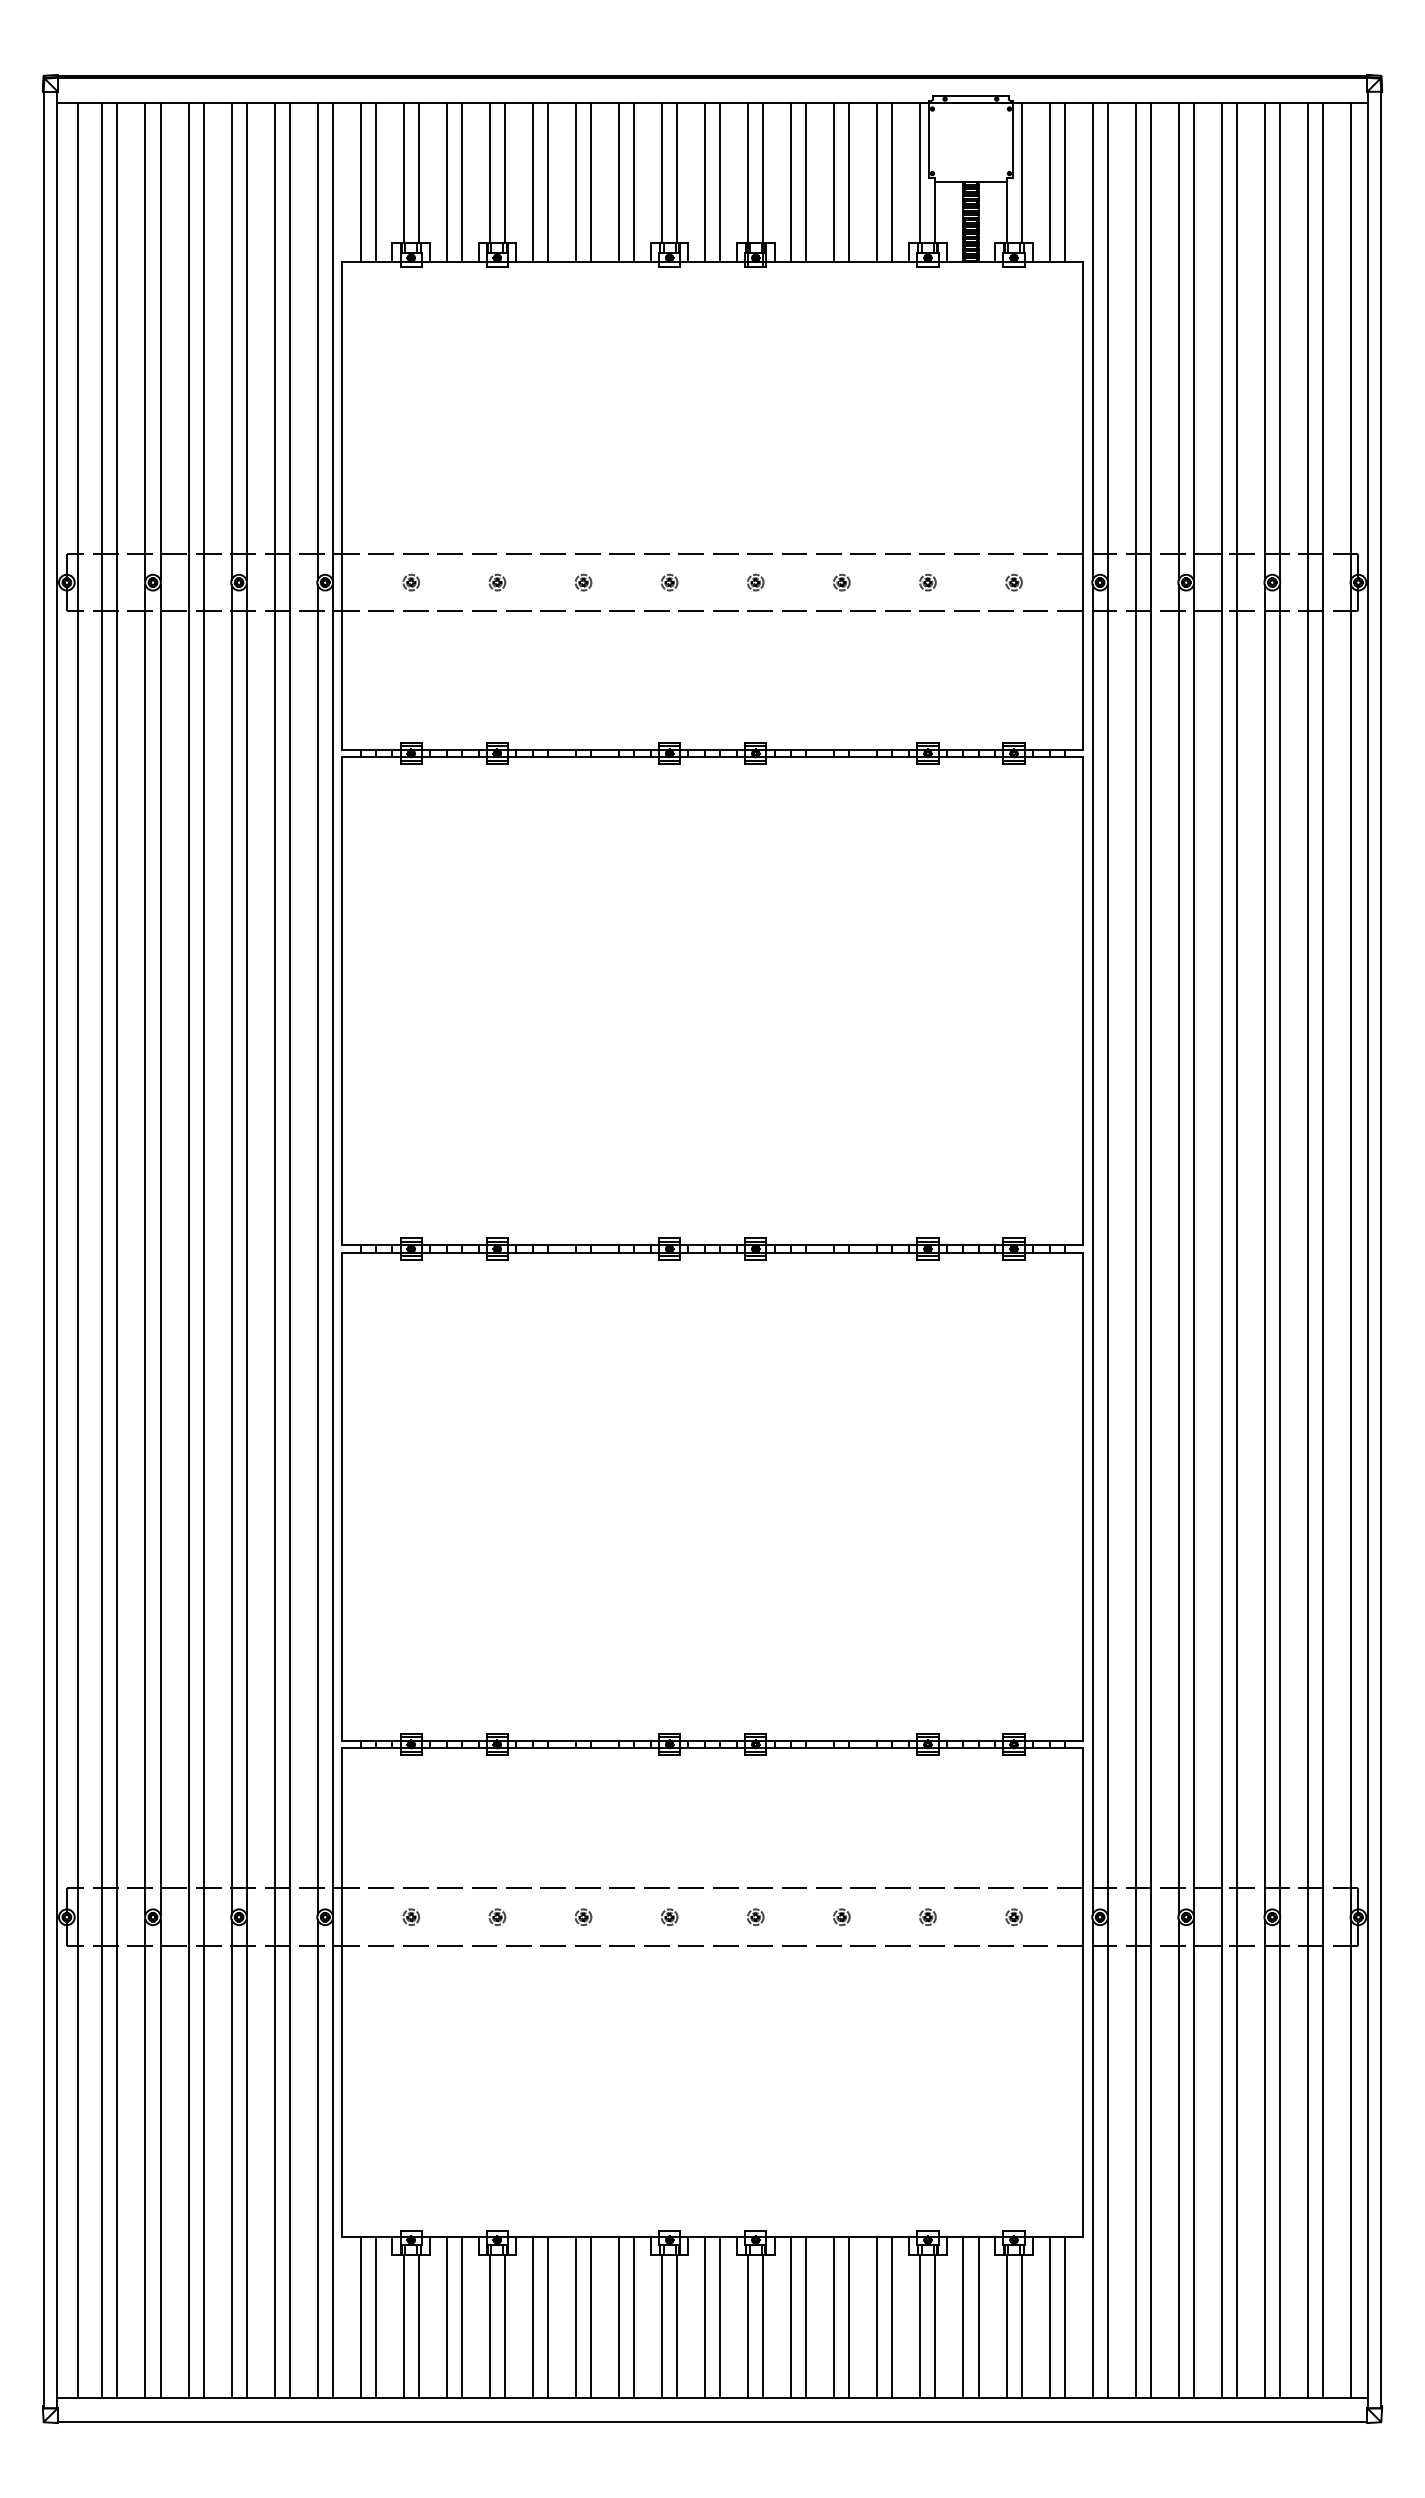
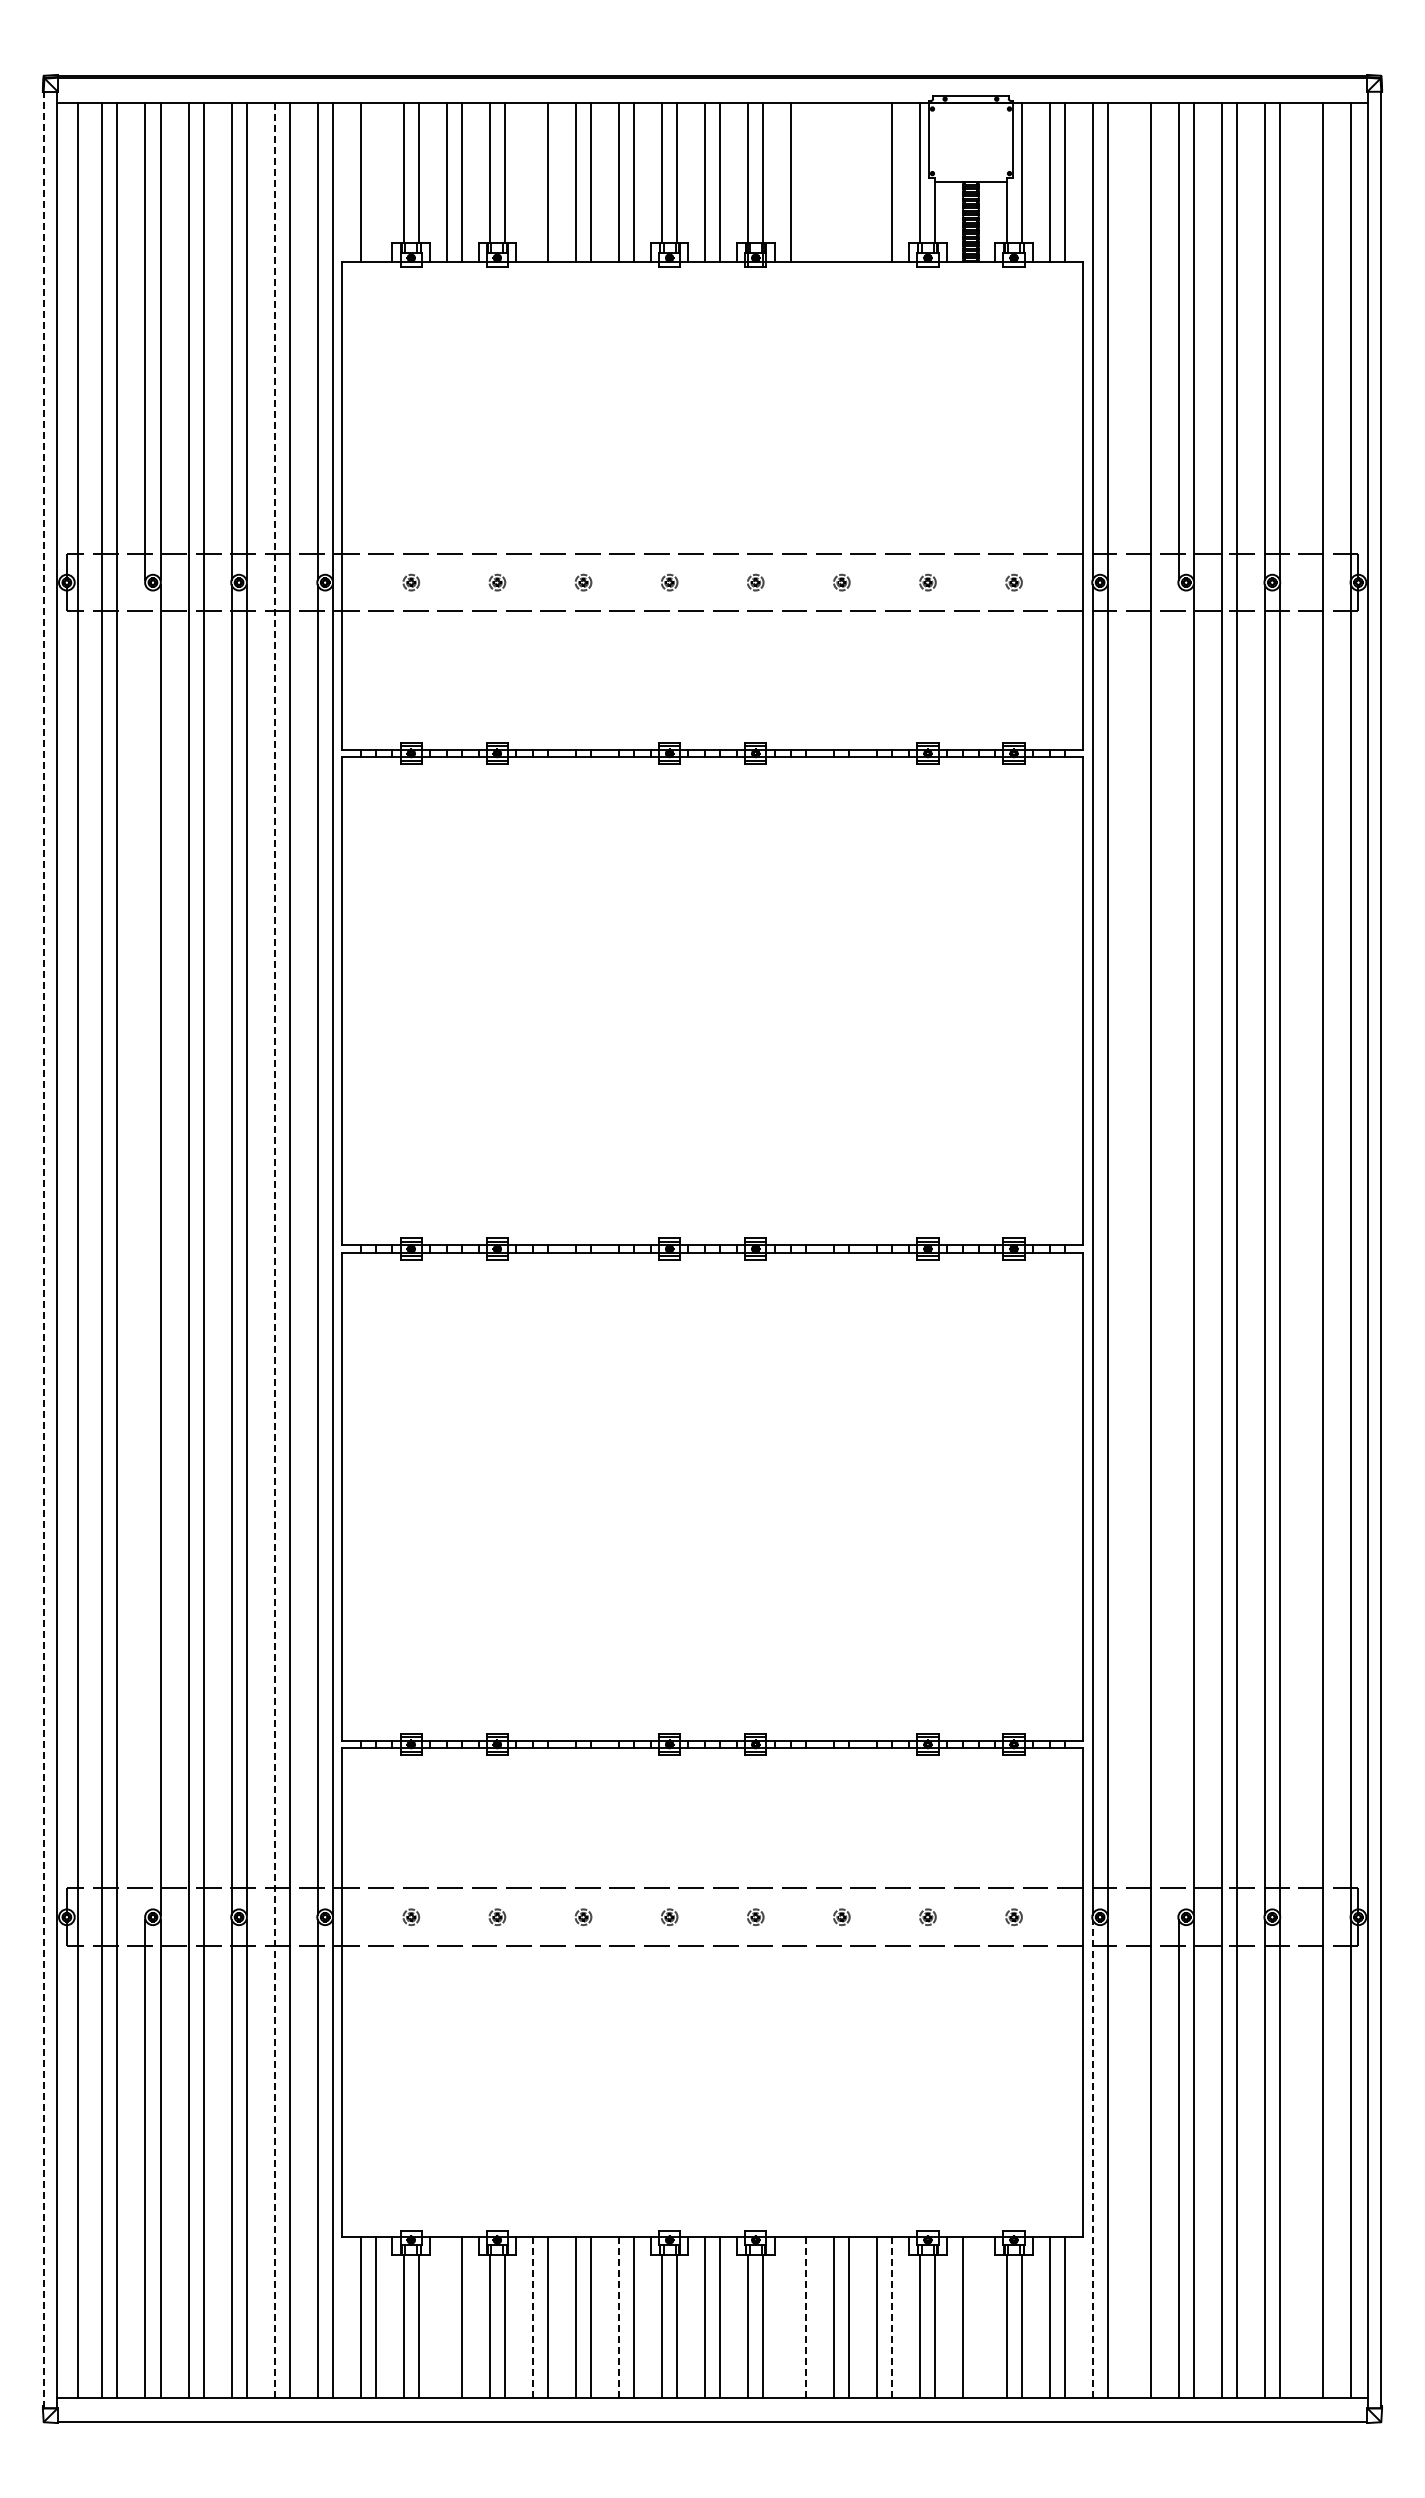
line at (375, 182): present -> none
line at (532, 182): present -> none
line at (806, 182): present -> none
line at (834, 182): present -> none
line at (849, 182): present -> none
line at (877, 182): present -> none
line at (44, 1249): solid -> dashed
line at (145, 1249): present -> none
line at (274, 1249): solid -> dashed
line at (1178, 1249): present -> none
line at (1135, 1250): present -> none
line at (1307, 1250): present -> none
line at (1092, 2158): solid -> dashed
line at (446, 2316): present -> none
line at (791, 2316): present -> none
line at (978, 2316): present -> none
line at (532, 2317): solid -> dashed
line at (619, 2317): solid -> dashed
line at (806, 2317): solid -> dashed
line at (892, 2317): solid -> dashed
